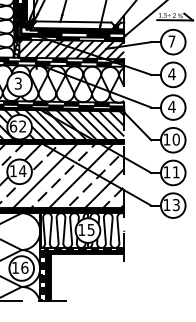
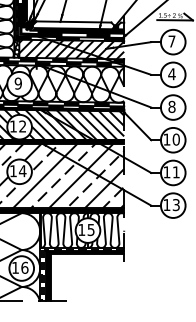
text at (17, 83): 3 -> 9
text at (171, 106): 4 -> 8
text at (13, 126): 62 -> 12
